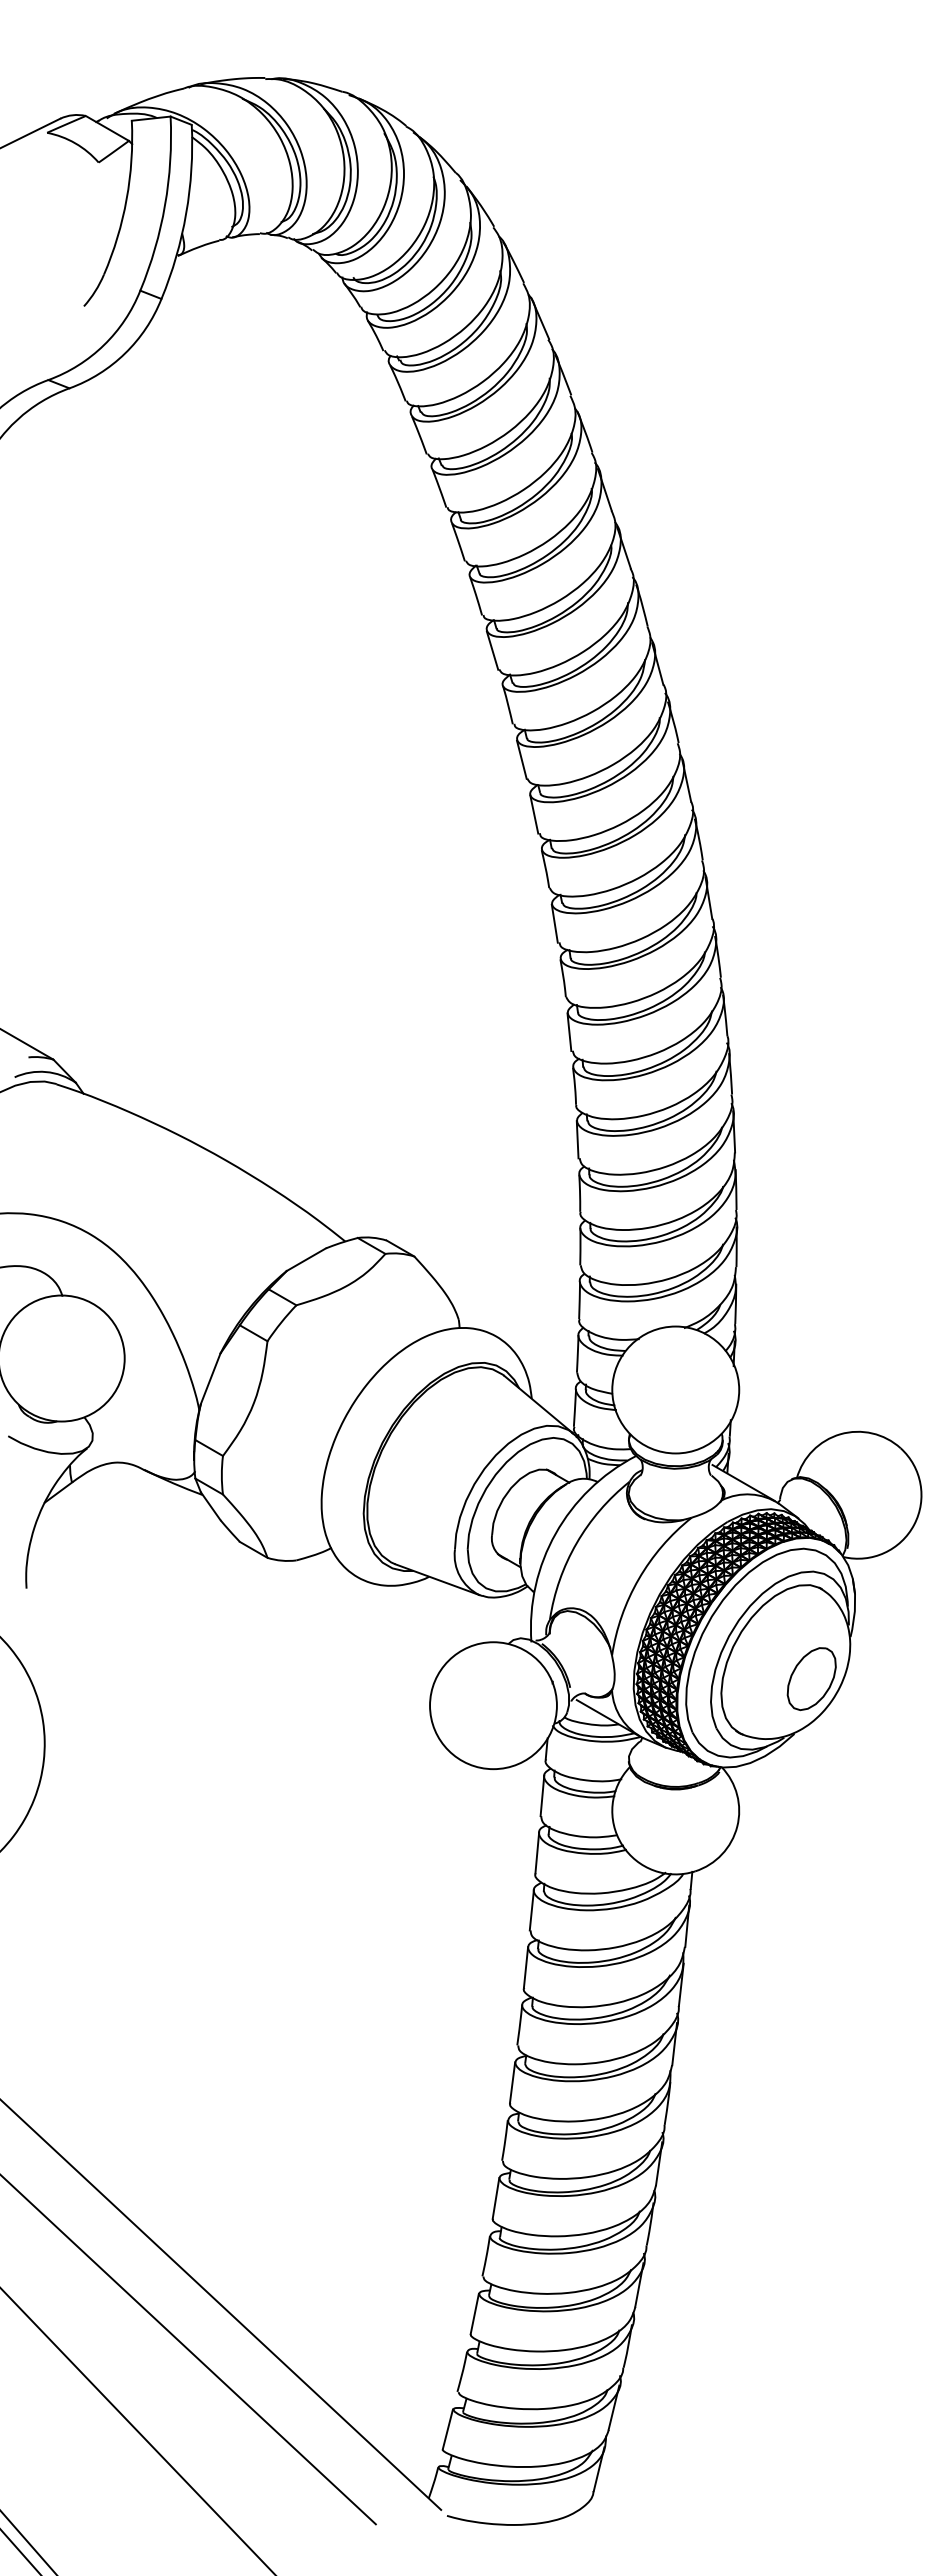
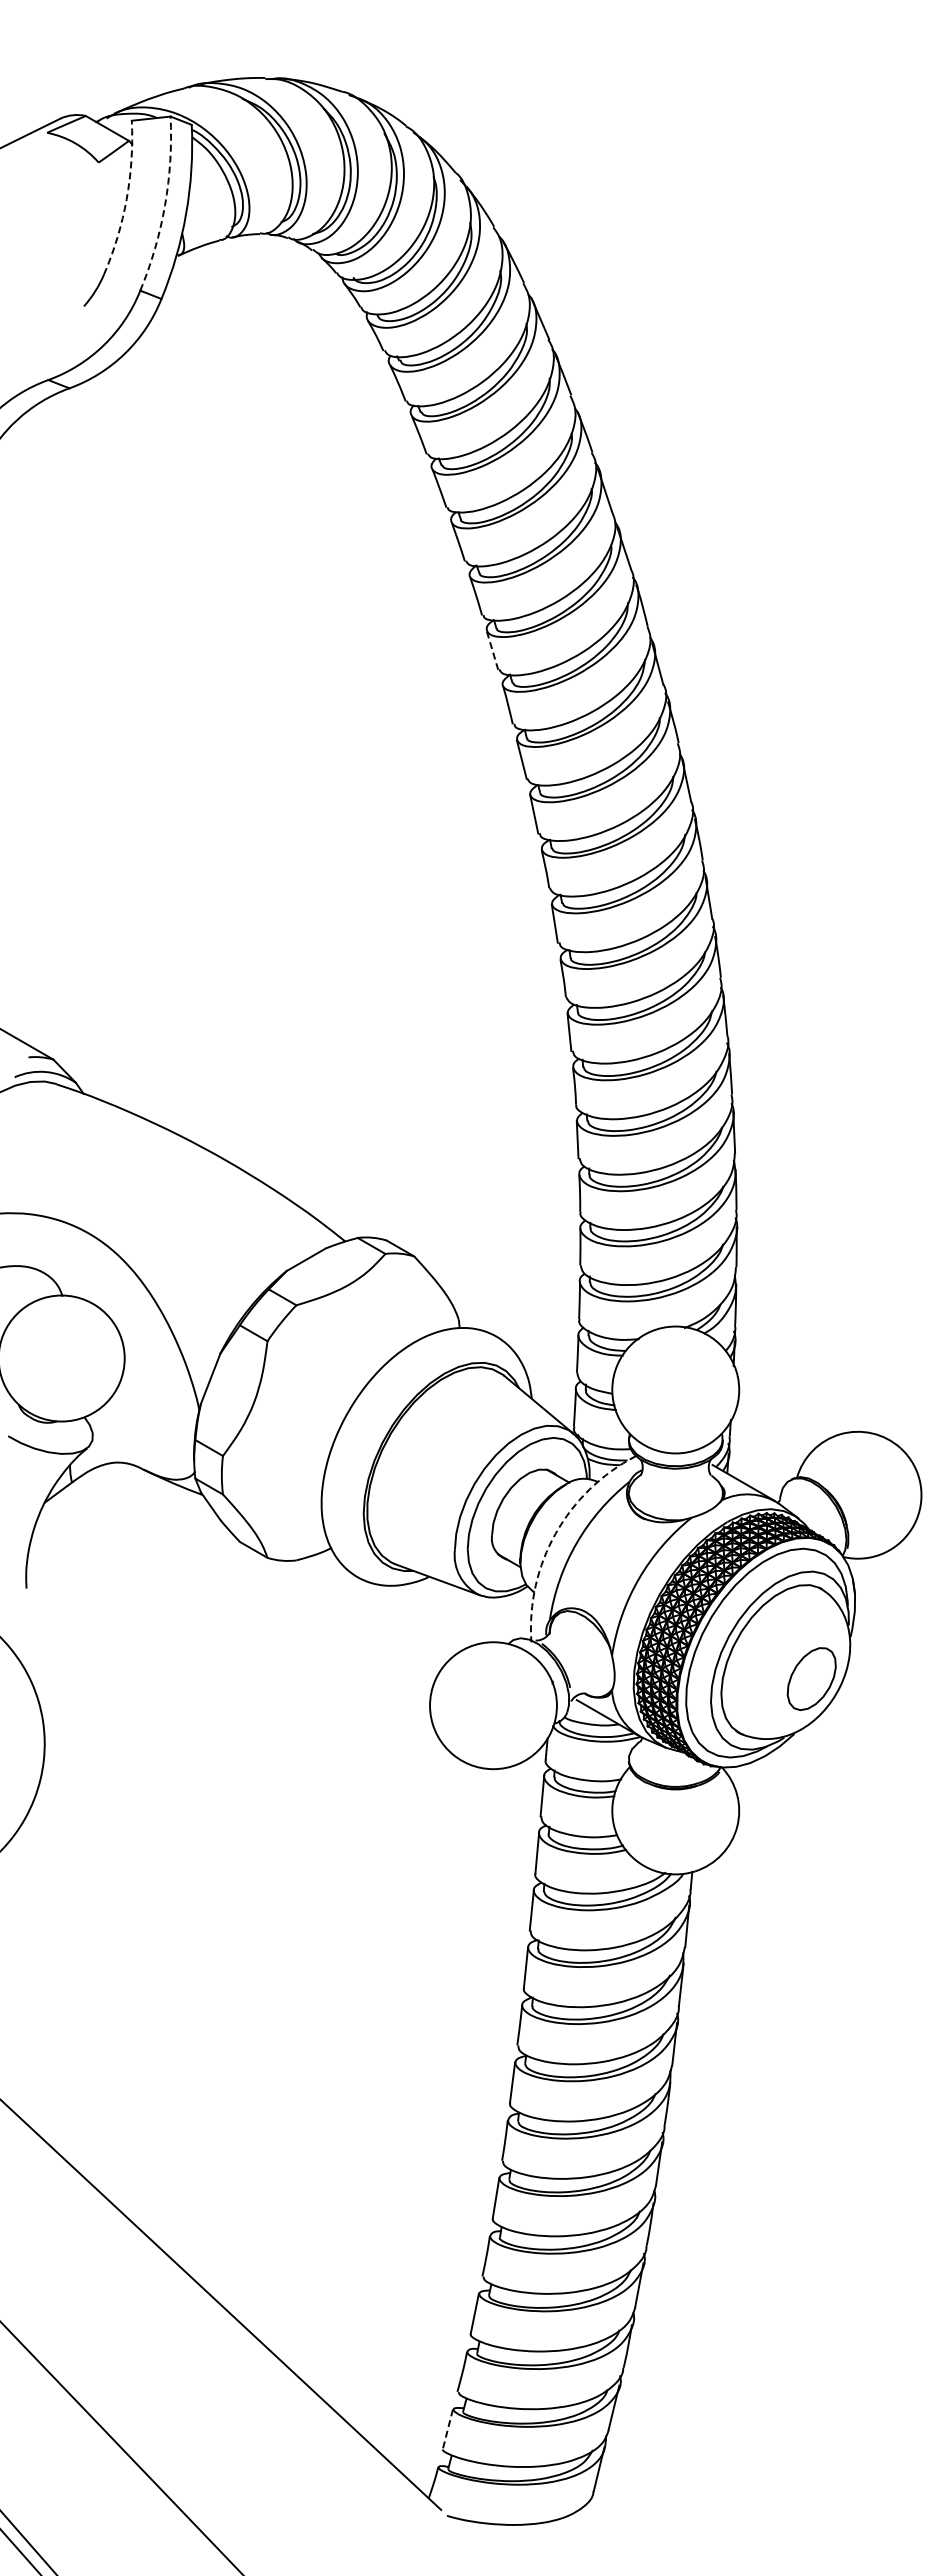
arc at (126, 199): solid -> dashed
arc at (165, 205): solid -> dashed
line at (492, 650): solid -> dashed
arc at (555, 1533): solid -> dashed
line at (188, 2350): present -> none
line at (447, 2429): solid -> dashed
line at (137, 2431) position: (137, 2431) -> (121, 2447)
